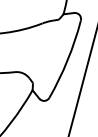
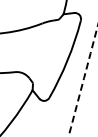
arc at (83, 81): solid -> dashed
